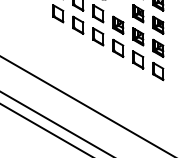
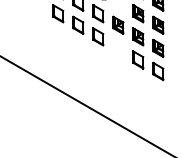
part at (118, 47): present -> none
line at (55, 123): present -> none
line at (45, 129): present -> none
